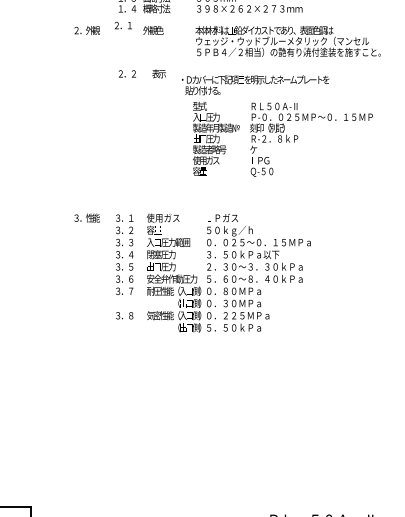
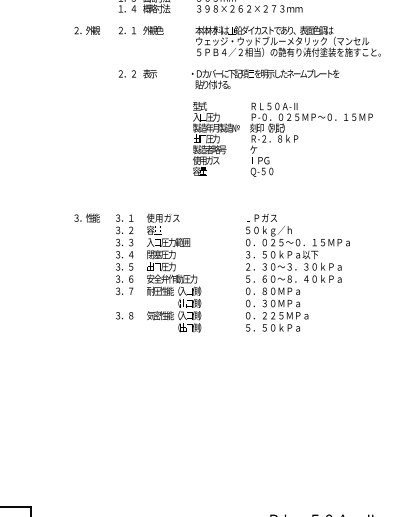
text at (123, 25) position: (123, 25) -> (127, 30)
text at (158, 73) position: (158, 73) -> (149, 73)
text at (255, 85) position: (255, 85) -> (265, 79)
text at (258, 272) position: (258, 272) -> (297, 272)
